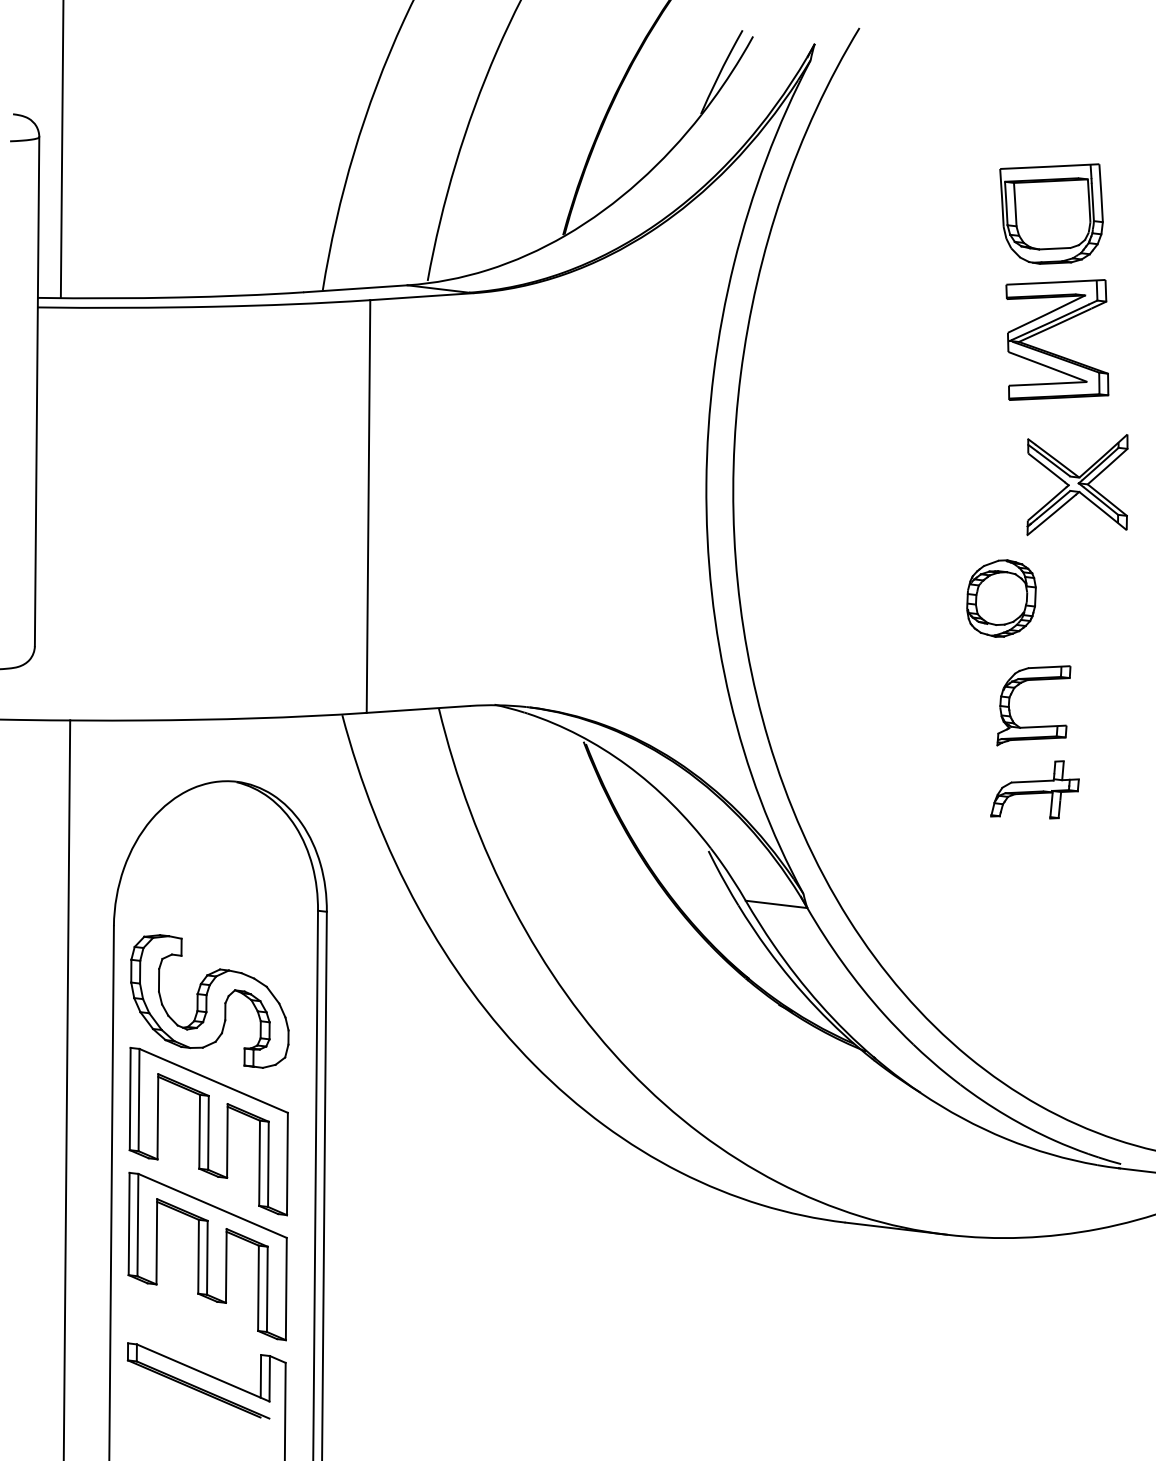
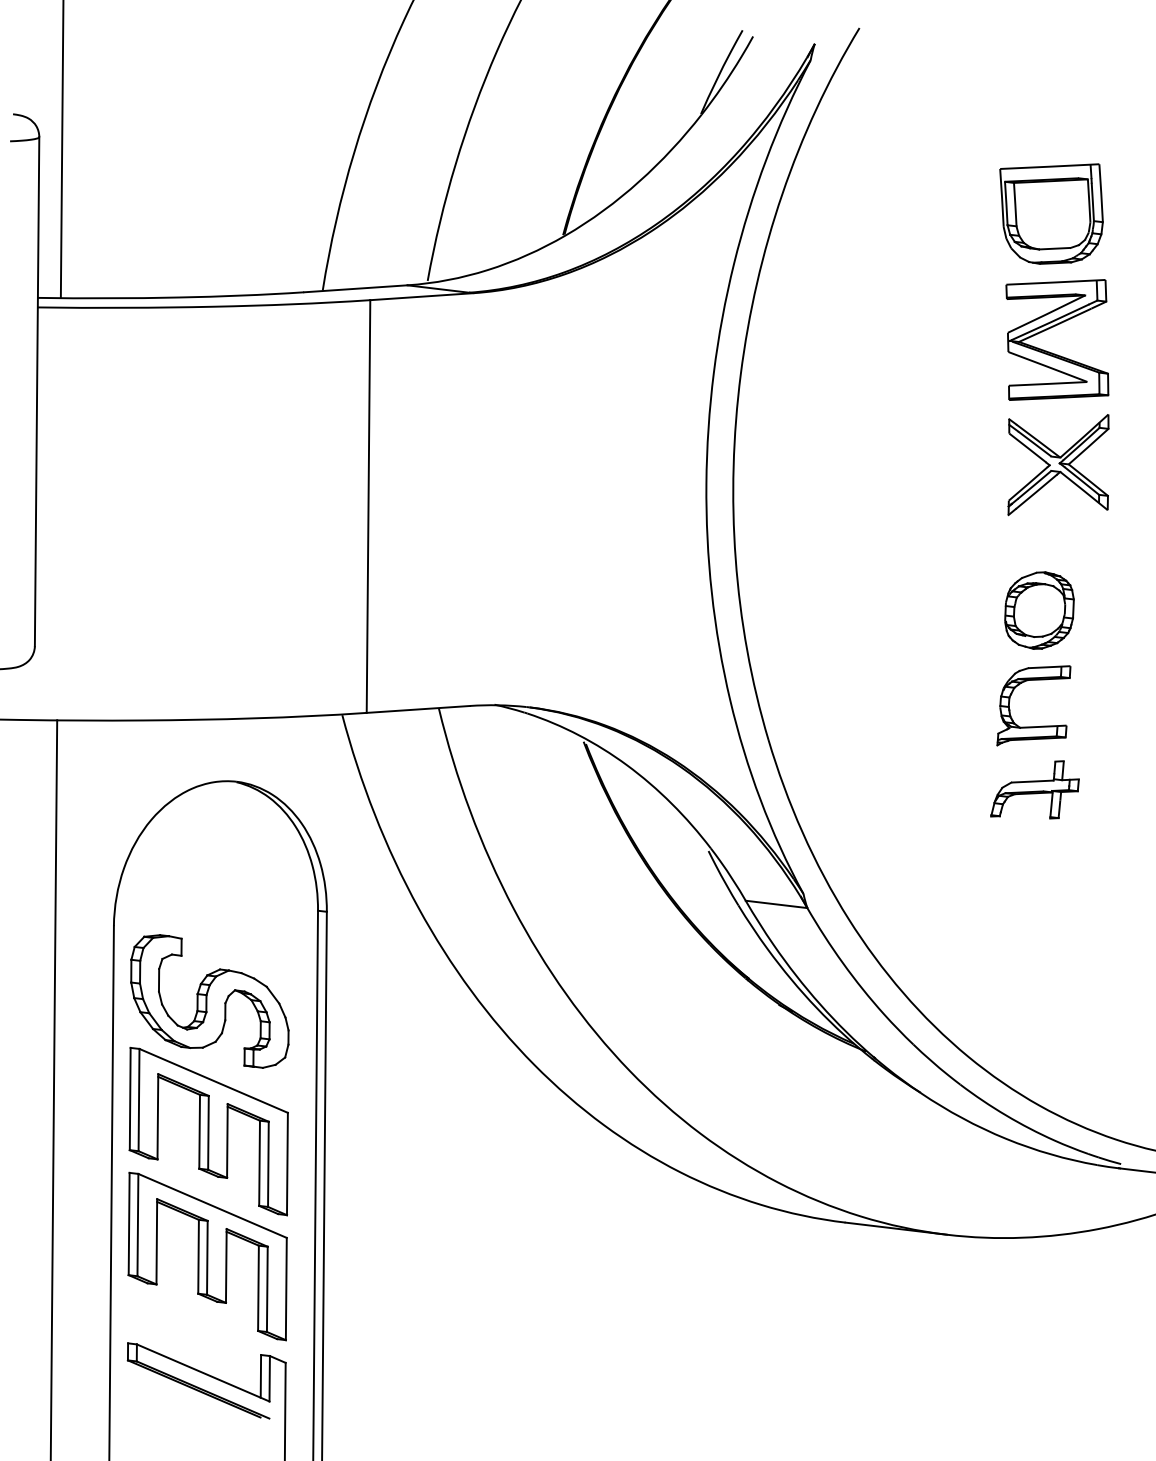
part at (1077, 485) position: (1077, 485) -> (1058, 465)
part at (1001, 598) position: (1001, 598) -> (1039, 610)
line at (66, 1088) position: (66, 1088) -> (53, 1088)
